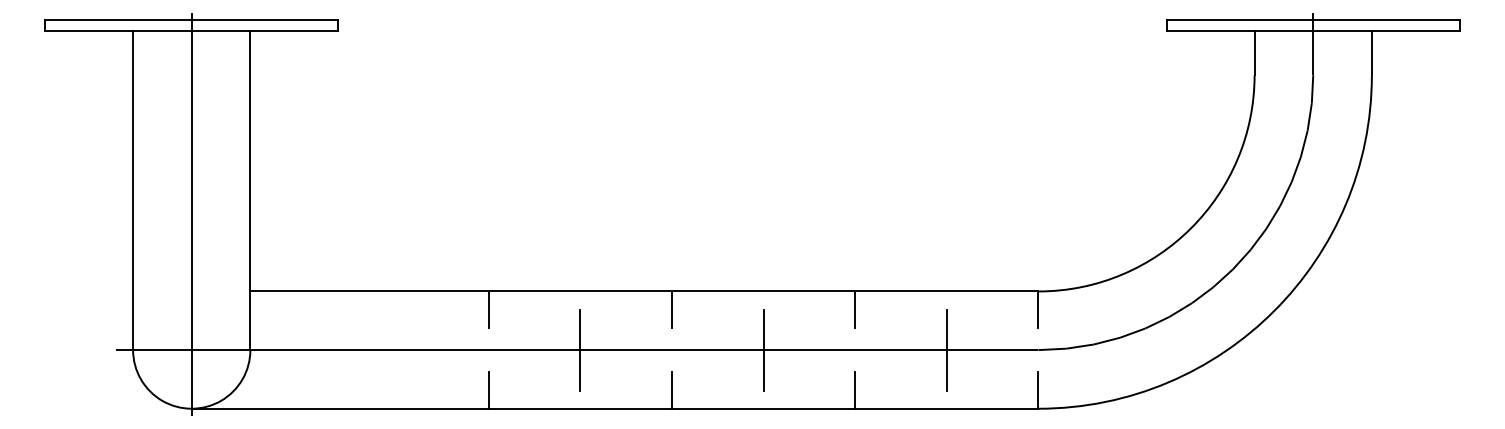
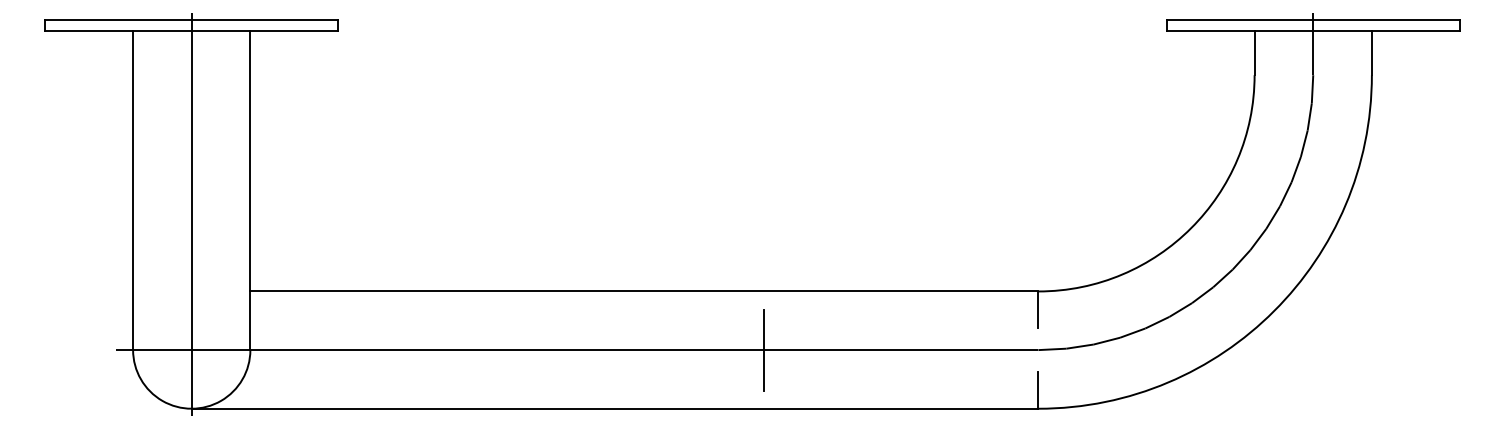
line at (488, 309): present -> none
line at (671, 309): present -> none
line at (855, 309): present -> none
line at (580, 350): present -> none
line at (946, 350): present -> none
line at (488, 390): present -> none
line at (671, 390): present -> none
line at (855, 390): present -> none
